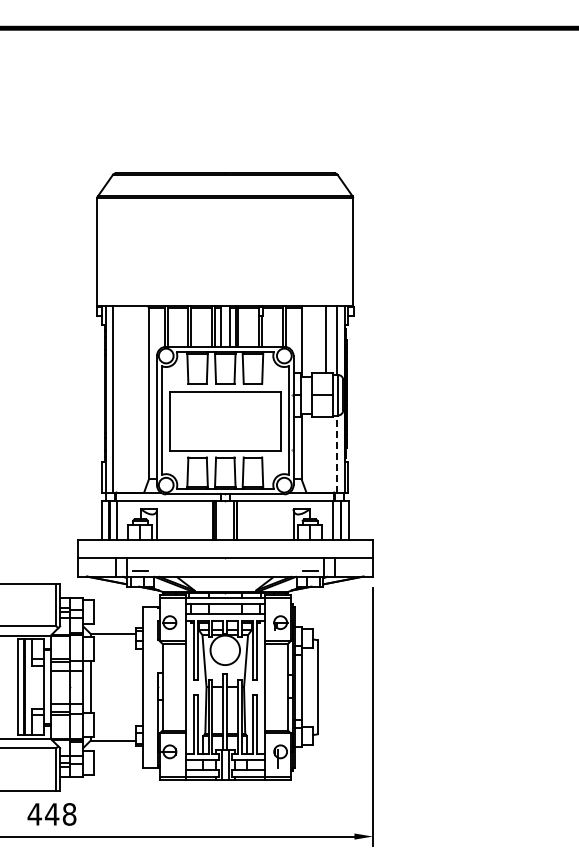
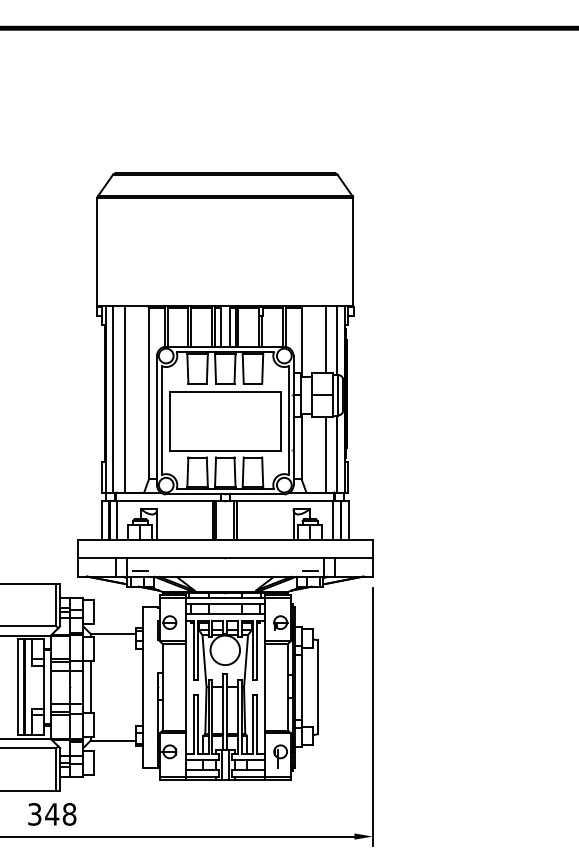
line at (125, 399): none -> present
line at (325, 454): none -> present
line at (337, 454): dashed -> solid
text at (34, 814): 448 -> 348
